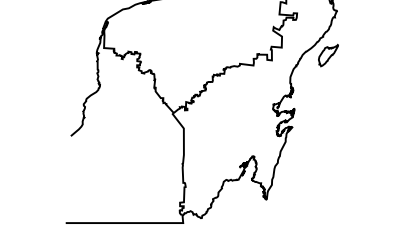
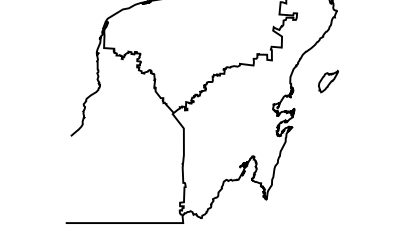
part at (328, 55) position: (328, 55) -> (328, 81)
